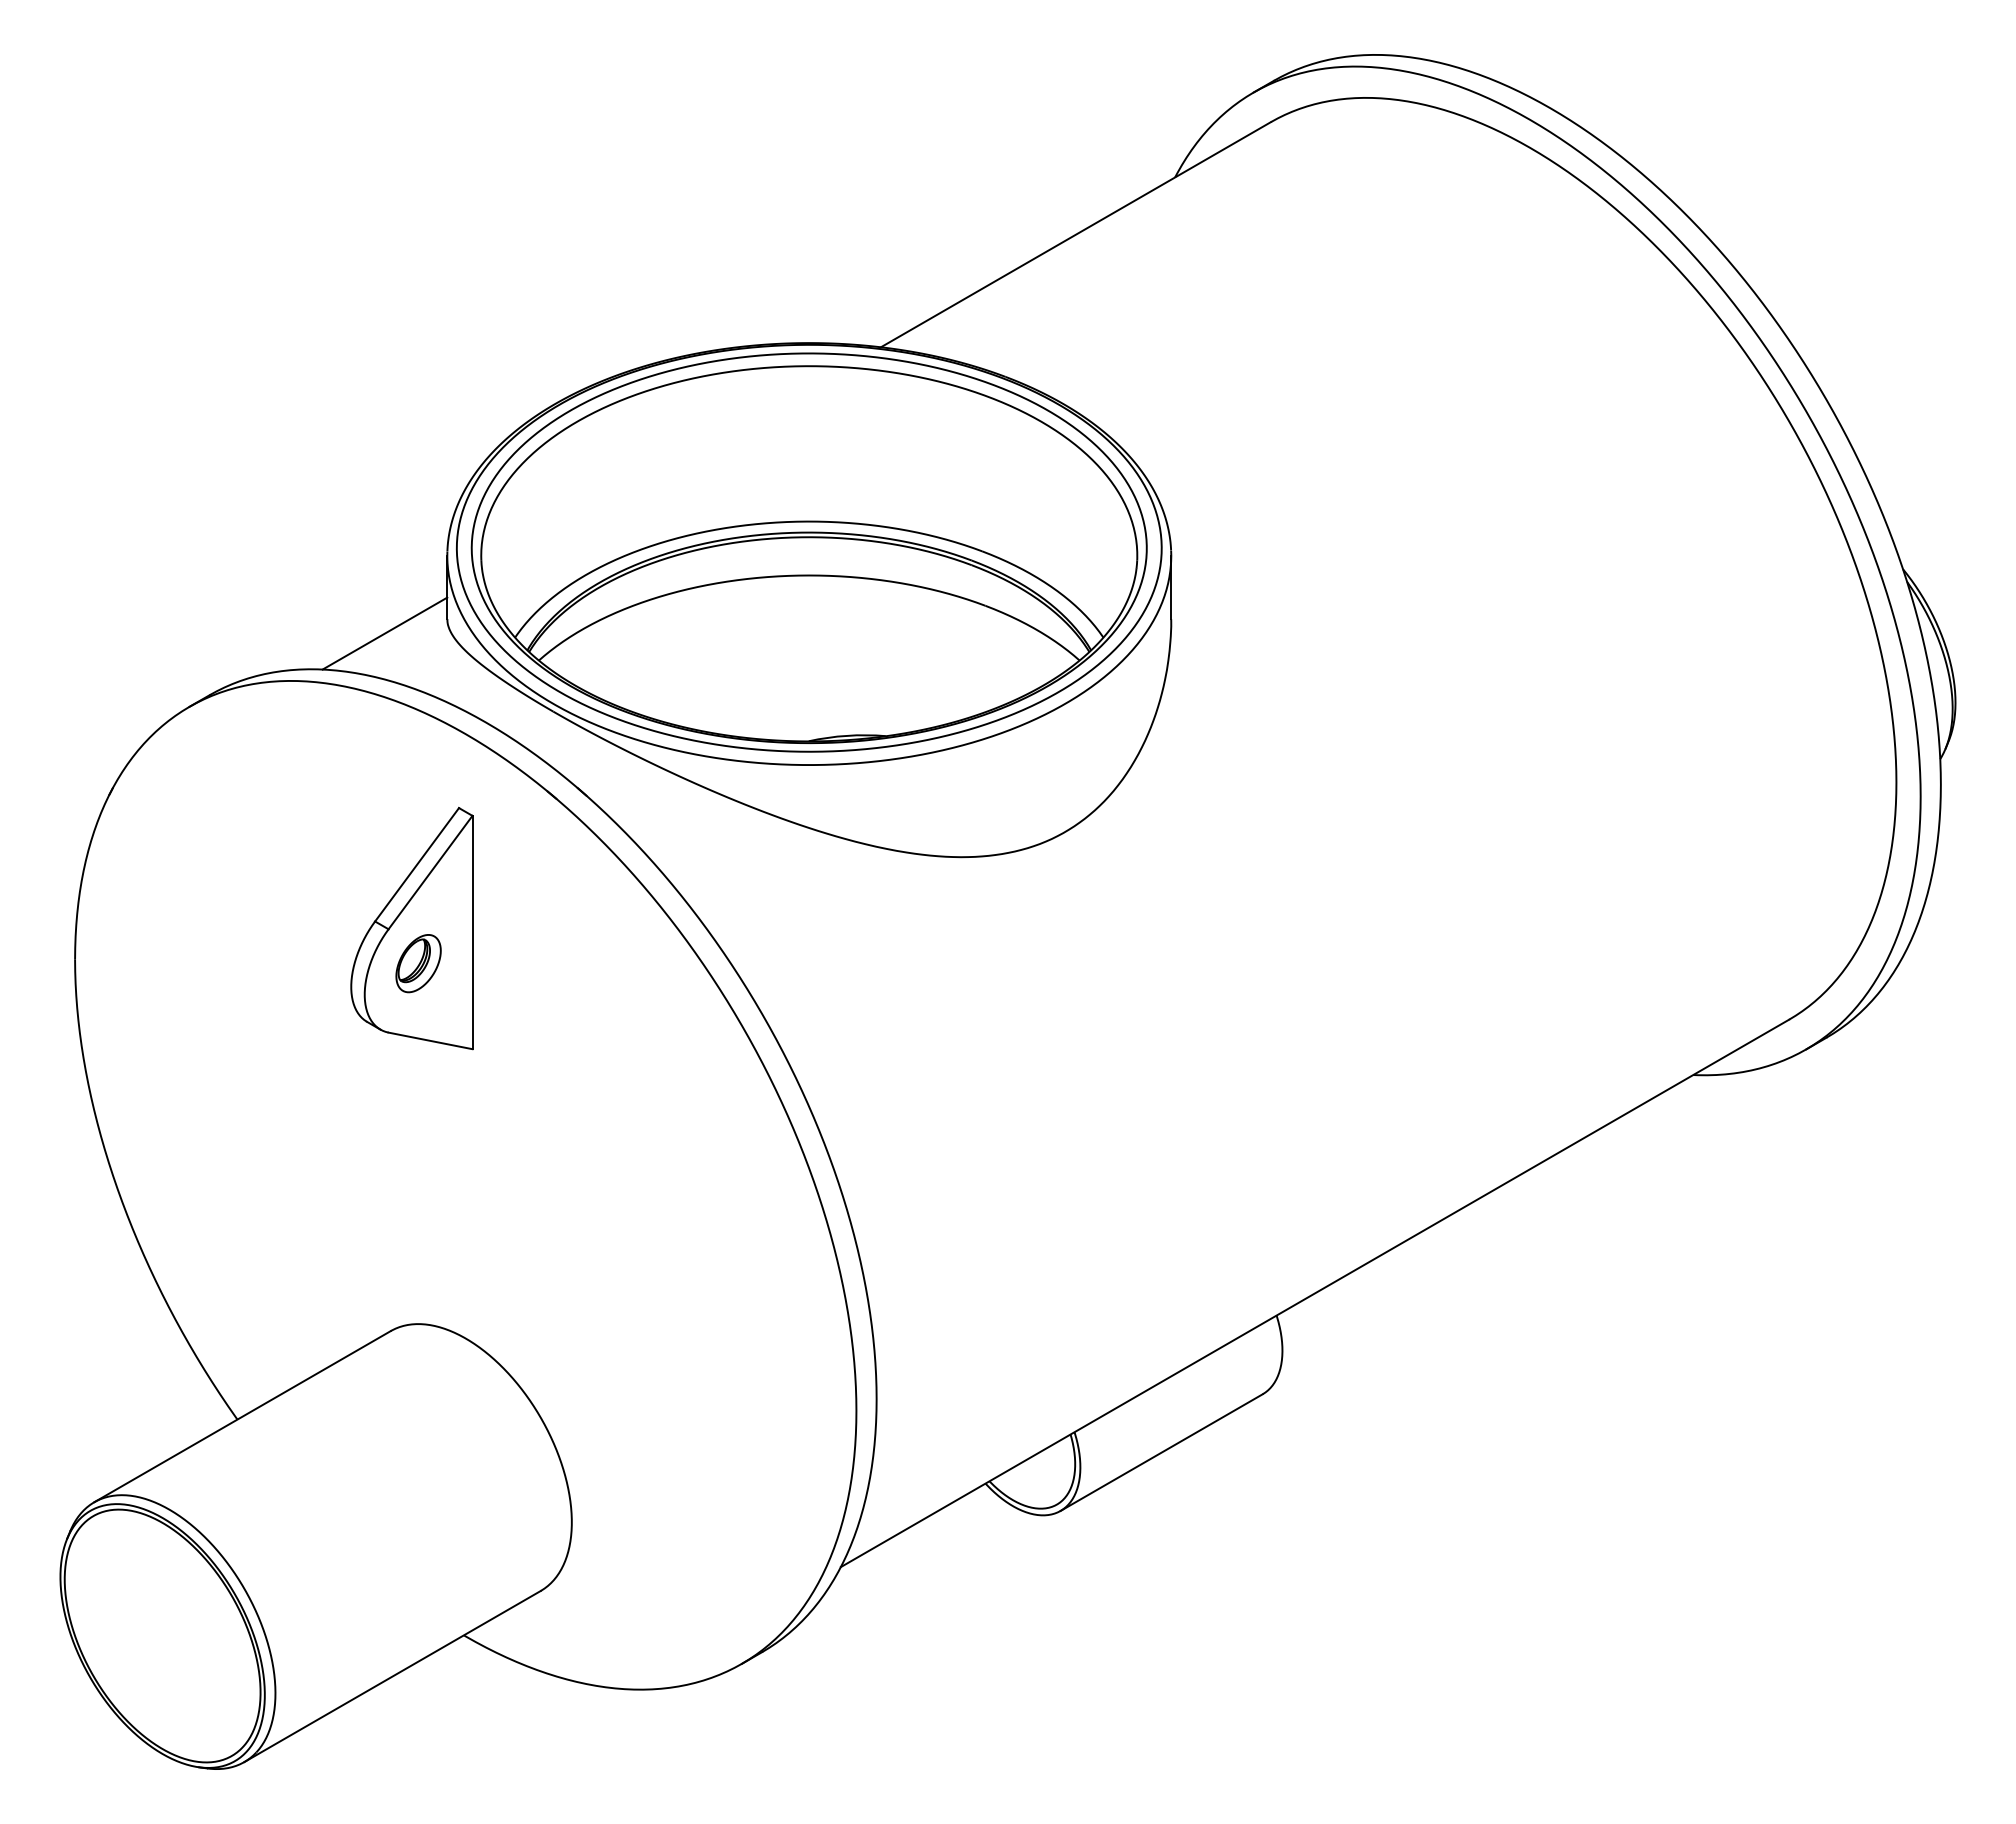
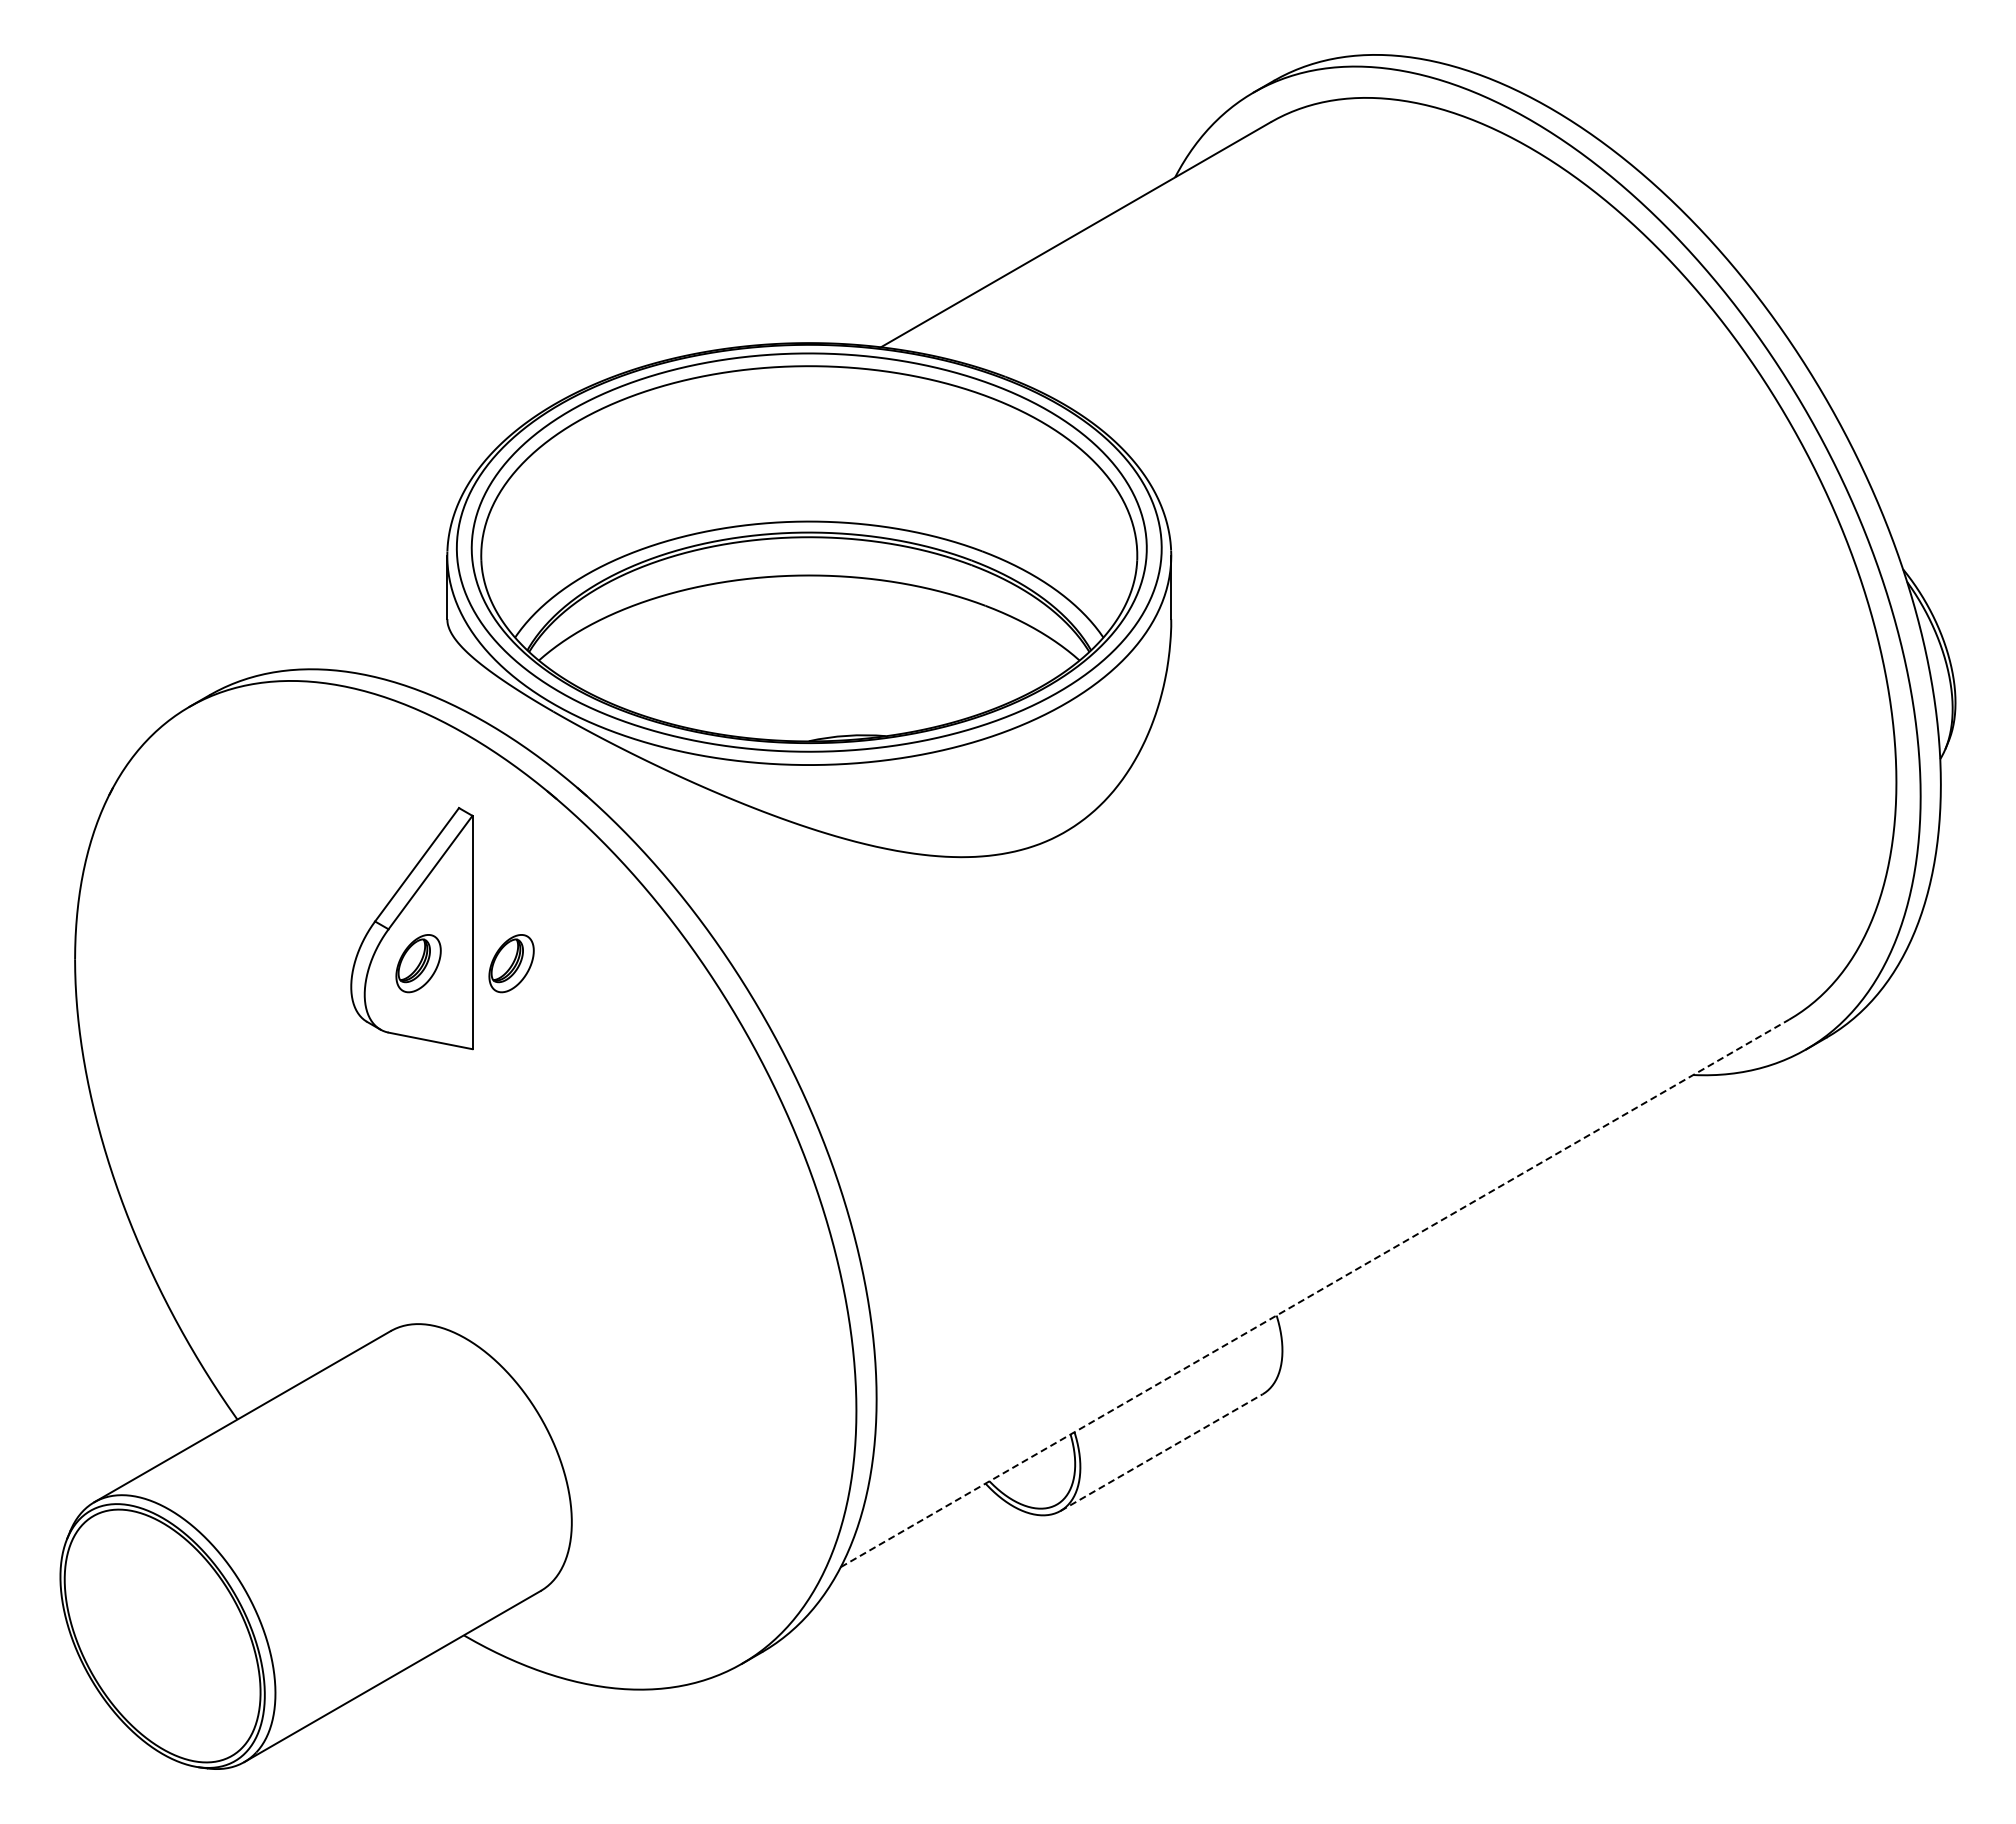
line at (384, 633): present -> none
part at (511, 963): none -> present
line at (1315, 1293): solid -> dashed
line at (1161, 1452): solid -> dashed
